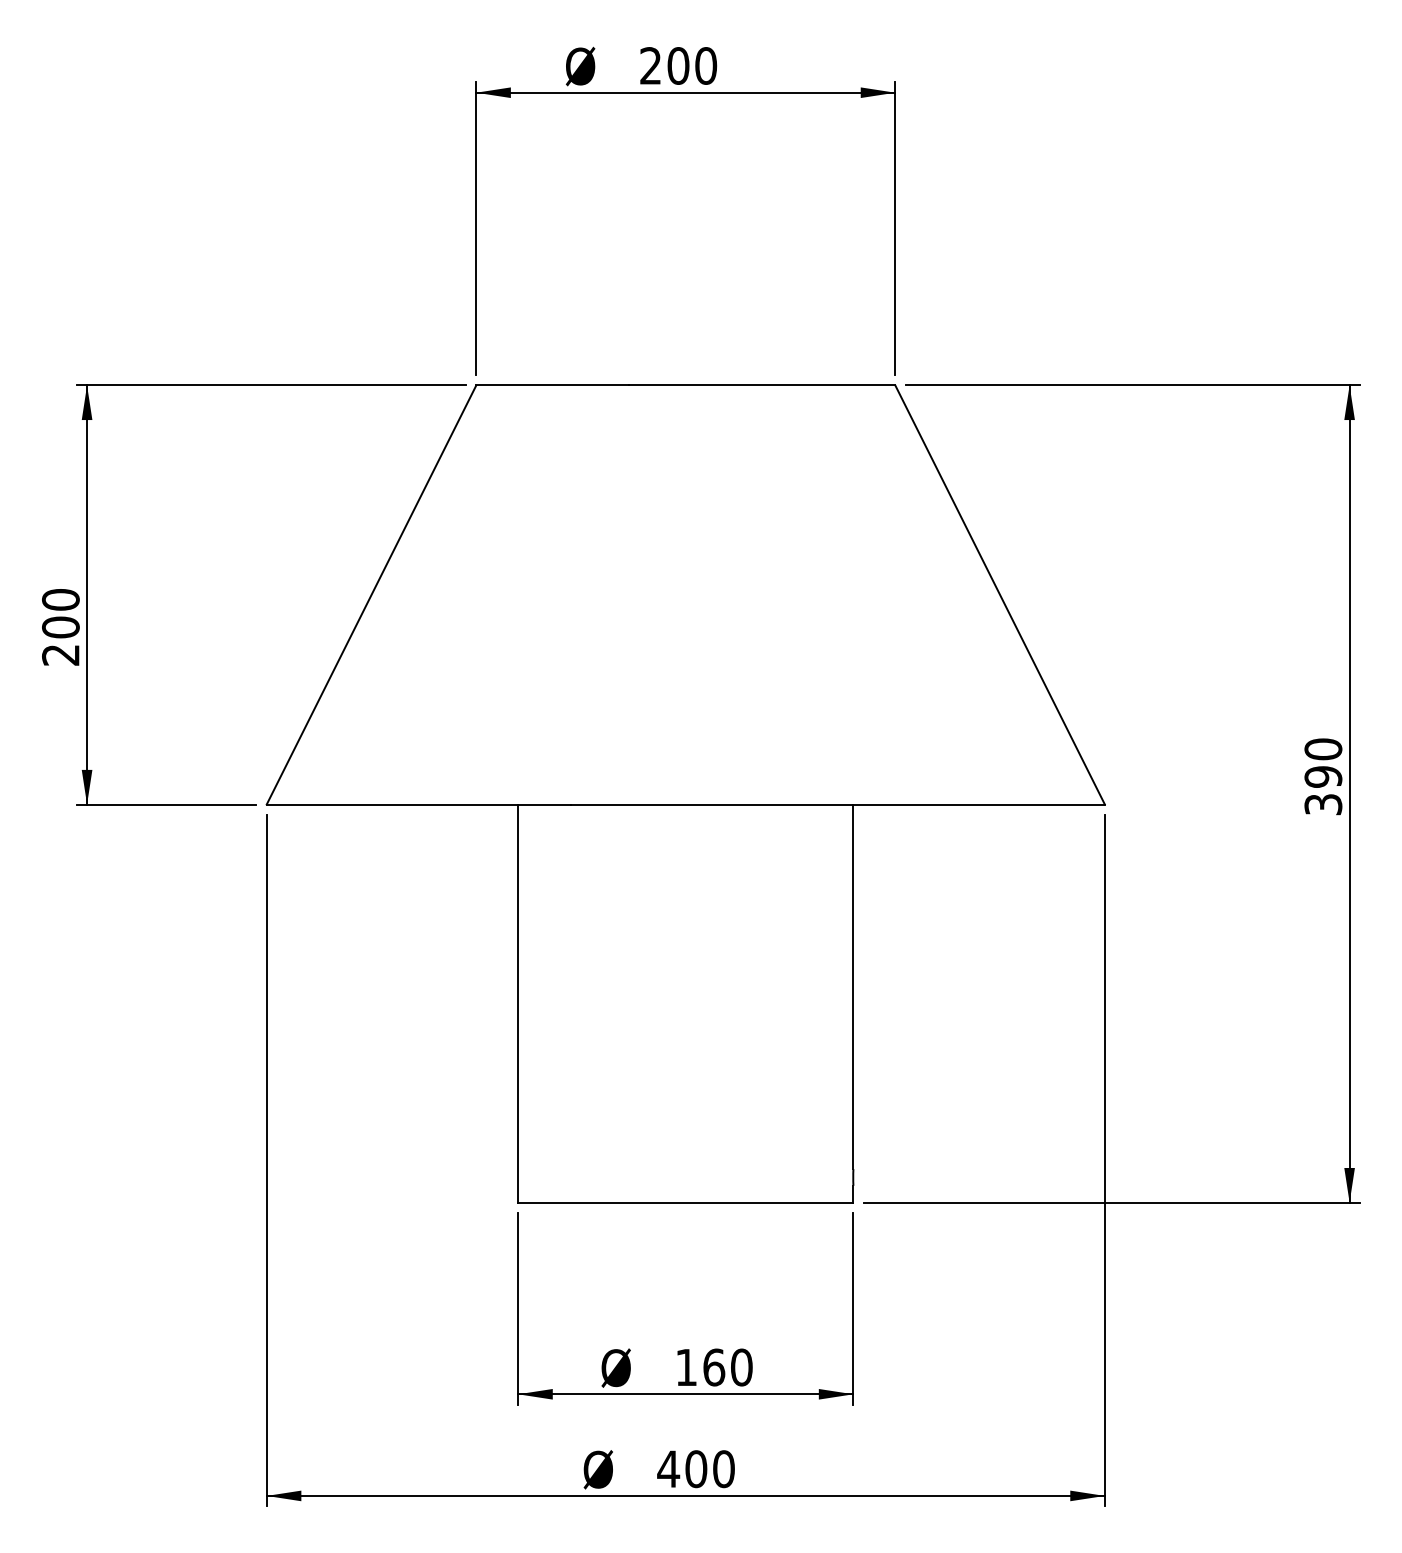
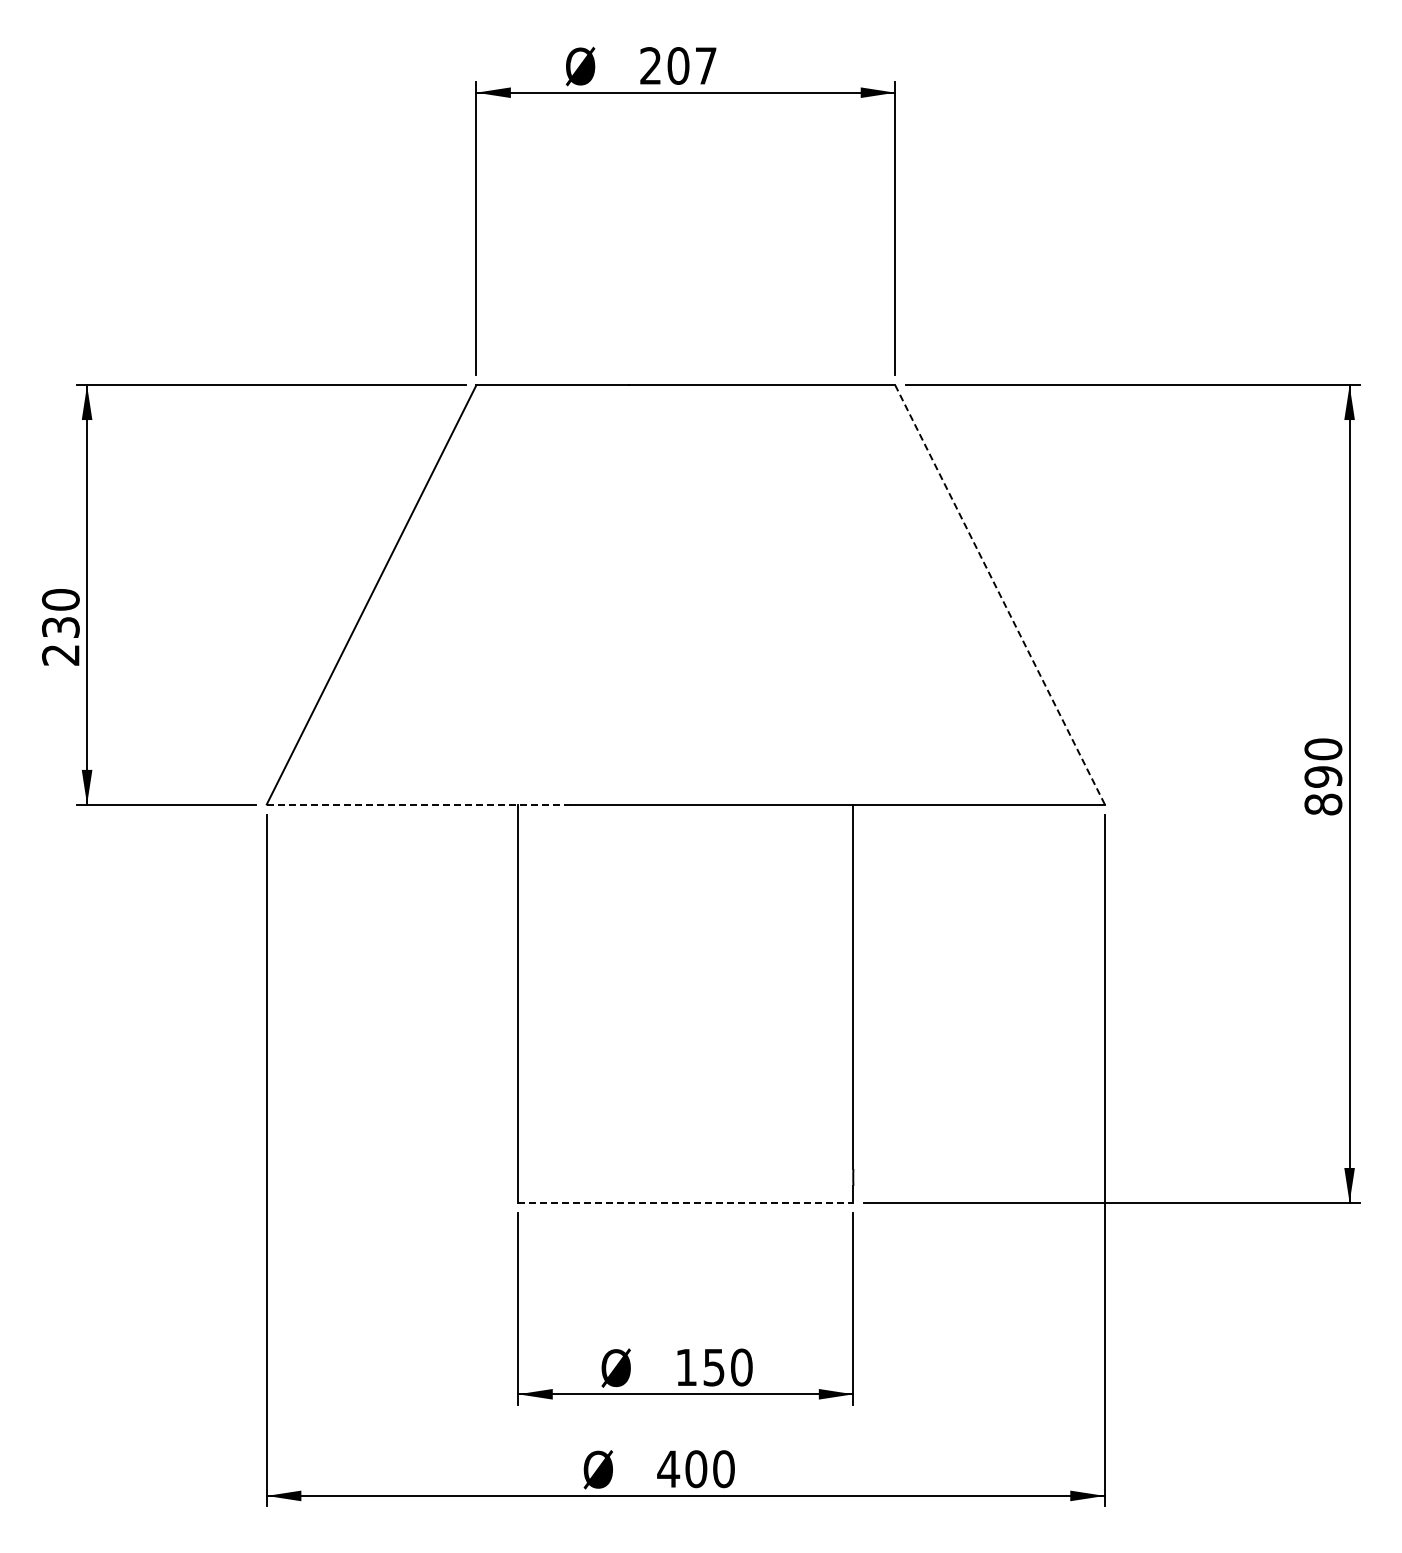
text at (706, 65): 200 -> 207
line at (999, 594): solid -> dashed
text at (60, 627): 200 -> 230
line at (418, 804): solid -> dashed
text at (1323, 804): 390 -> 890
line at (685, 1202): solid -> dashed
text at (714, 1367): 160 -> 150
